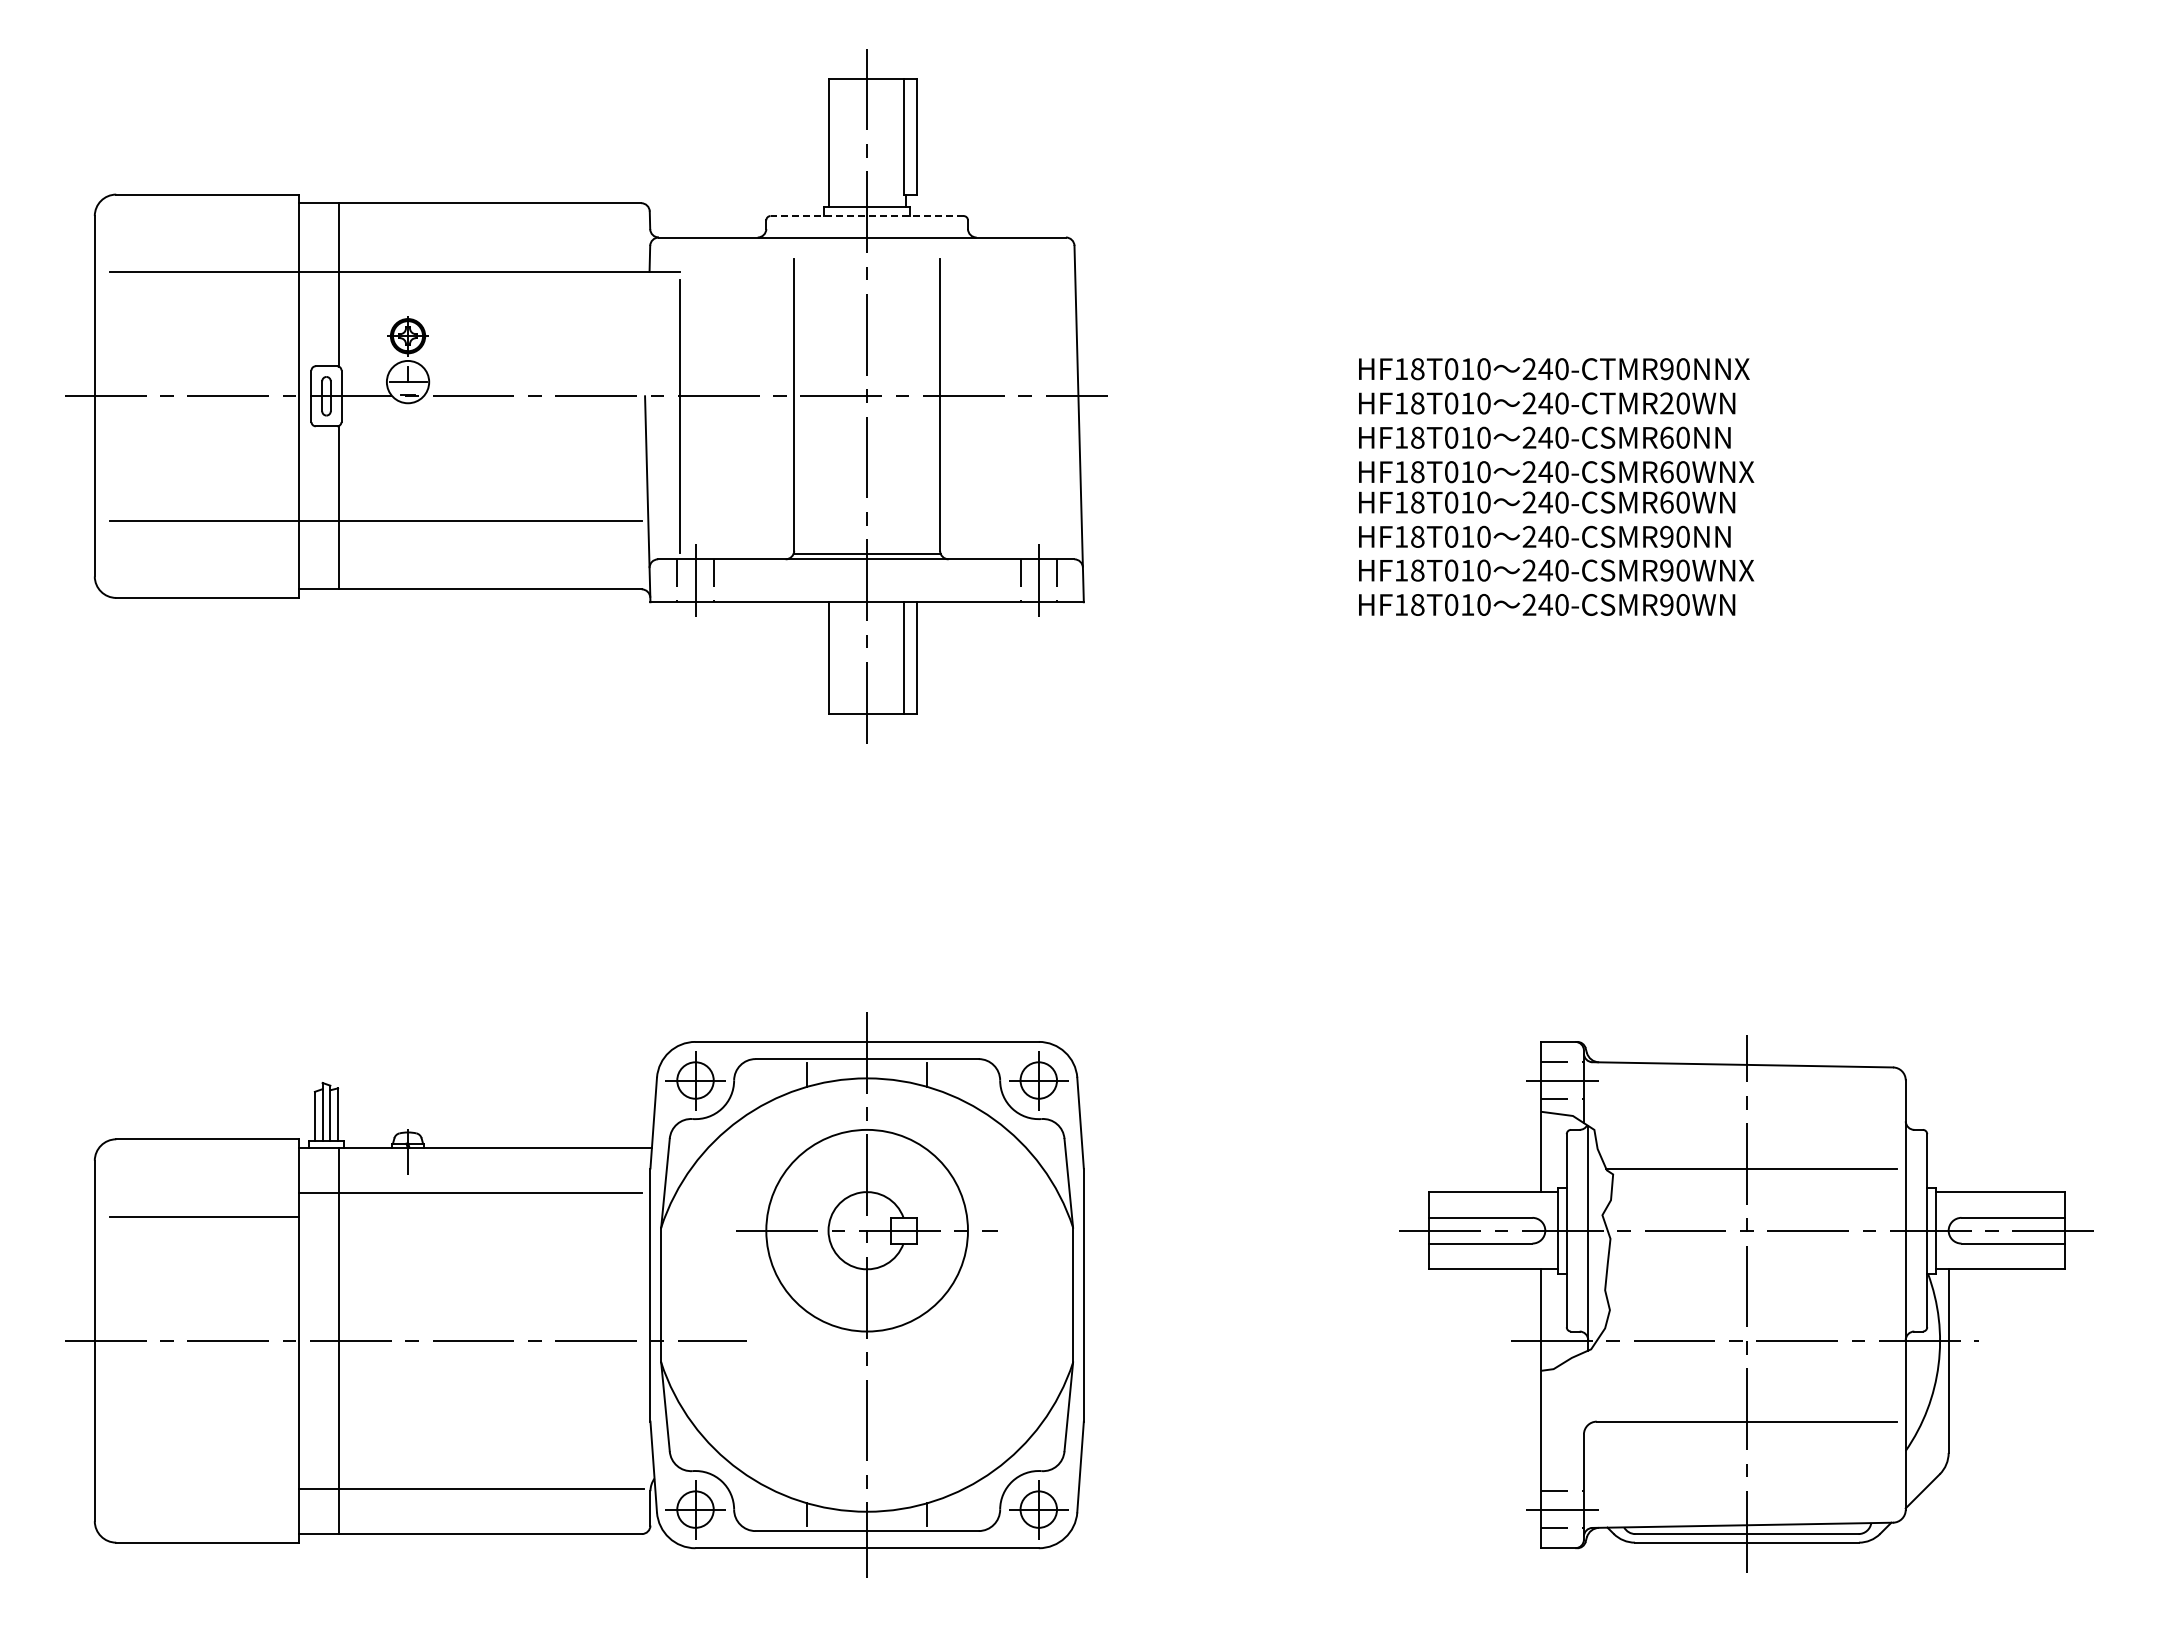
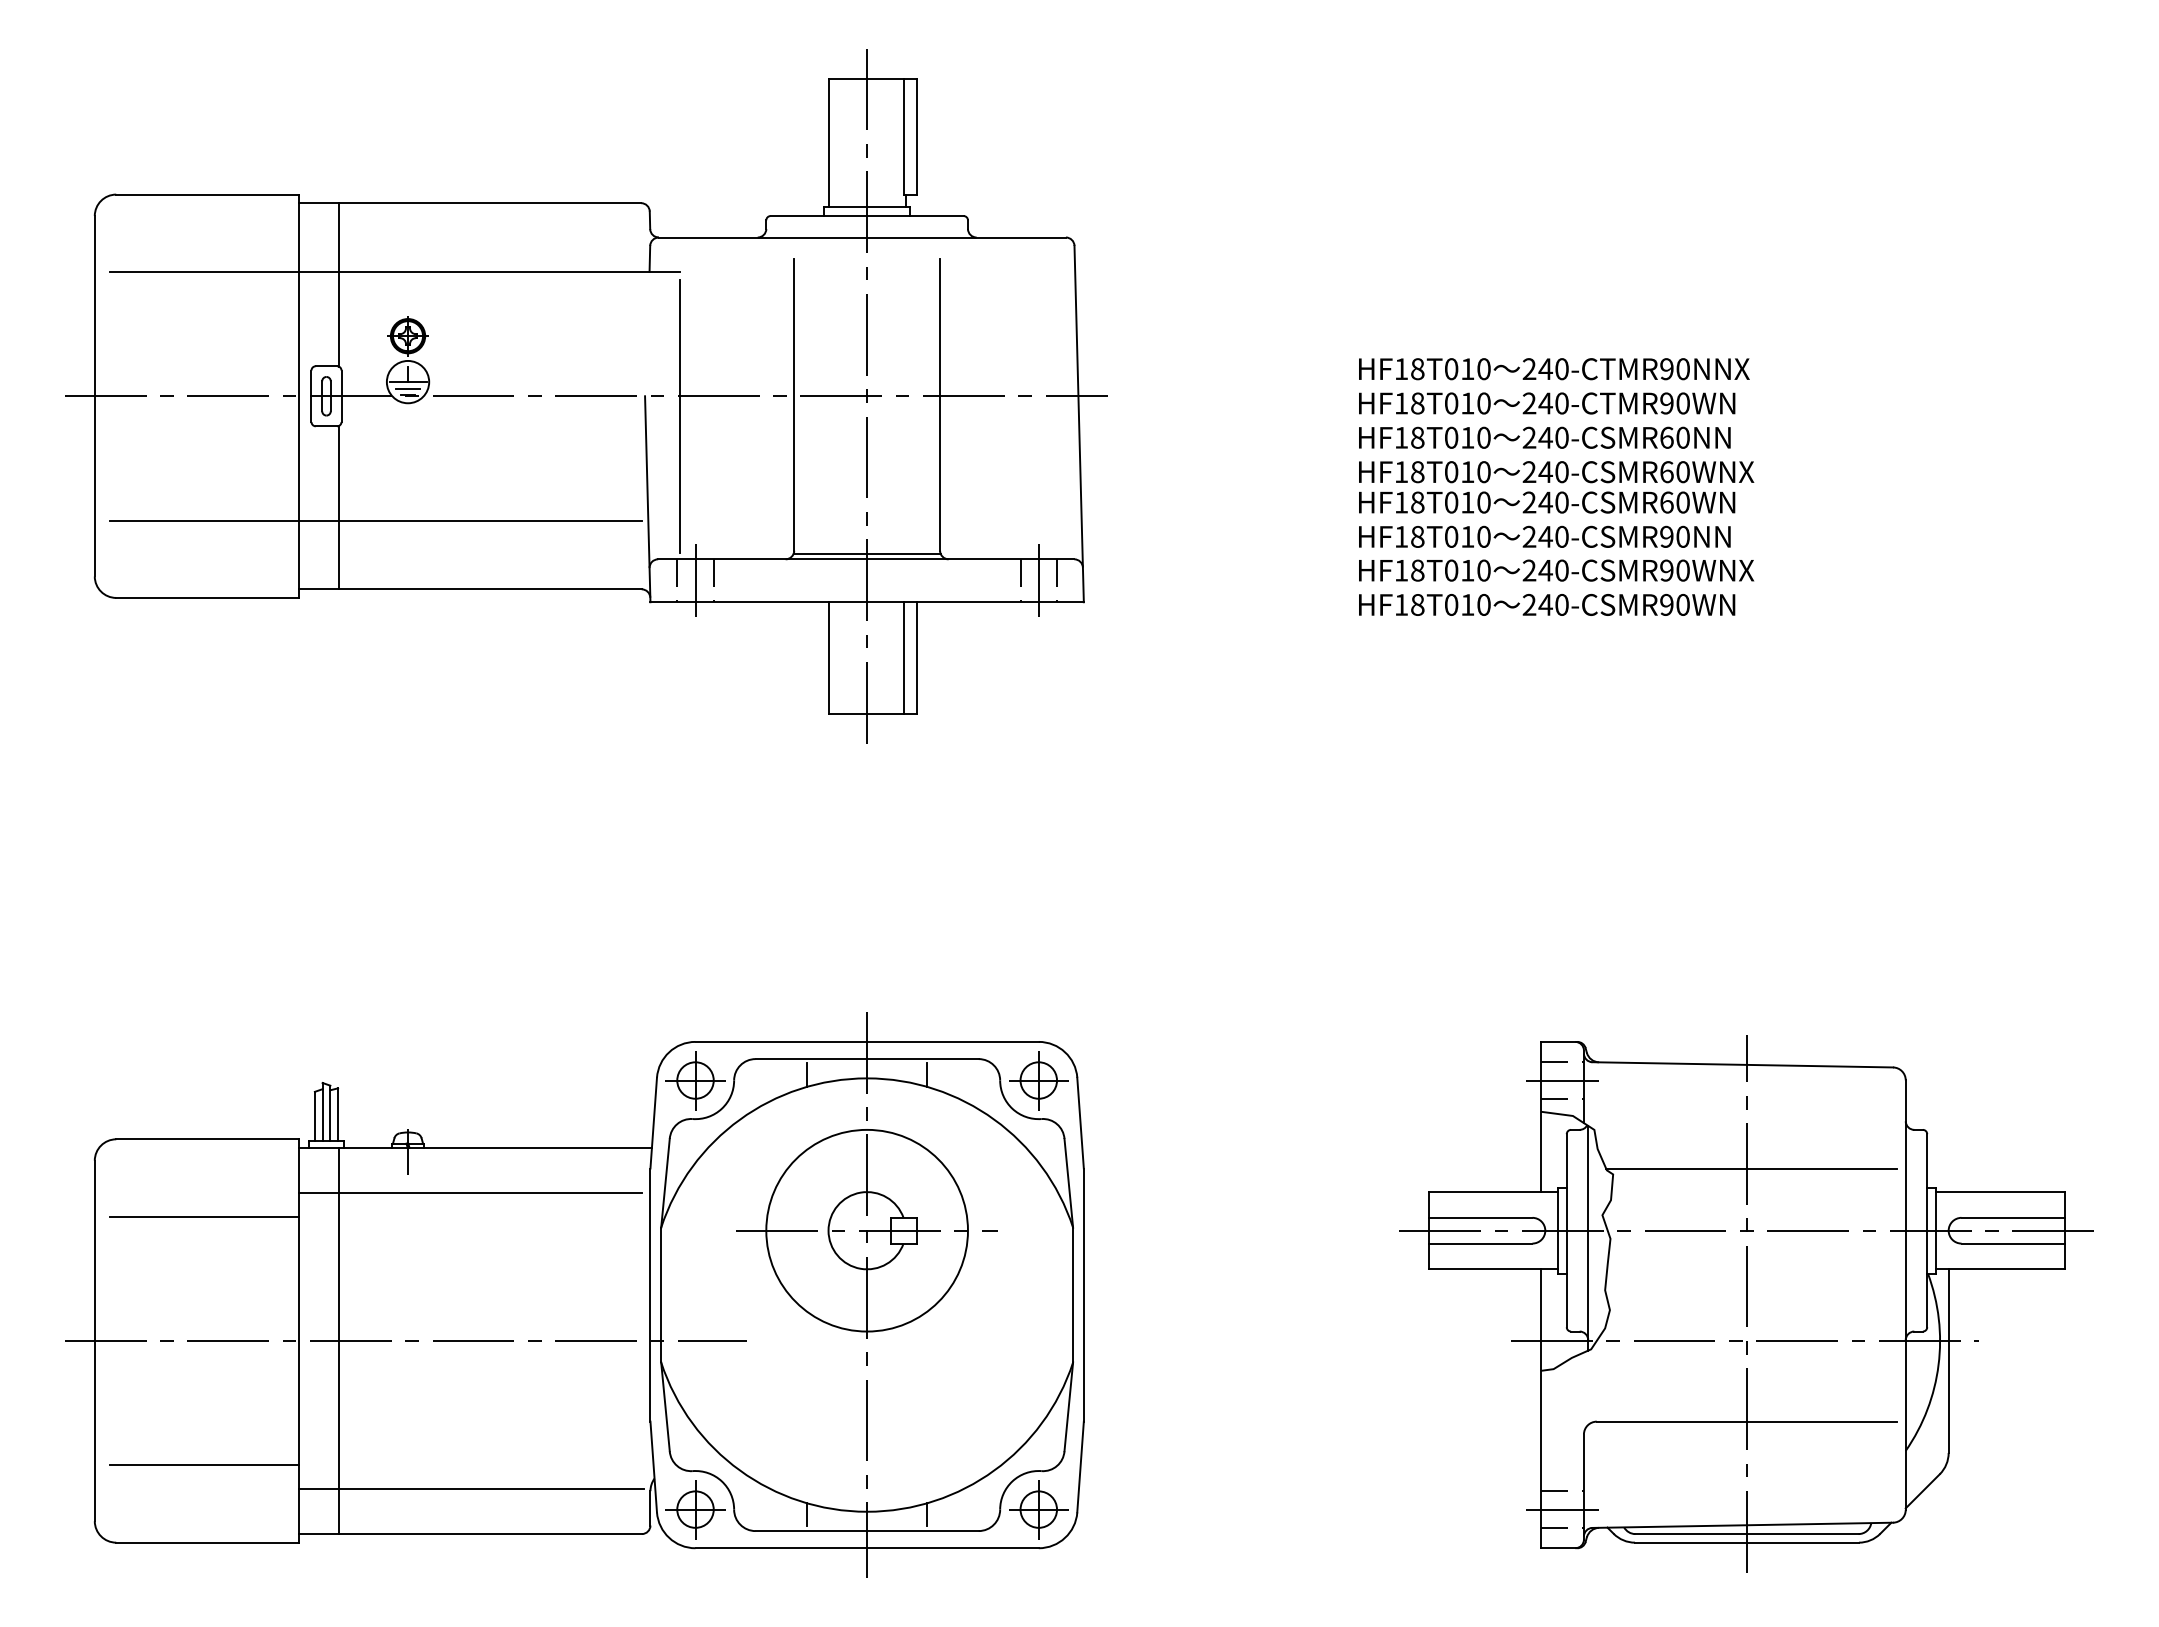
line at (867, 216): dashed -> solid
line at (407, 388): none -> present
text at (1666, 403): 240-CTMR20WN -> 240-CTMR90WN
line at (203, 1465): none -> present
